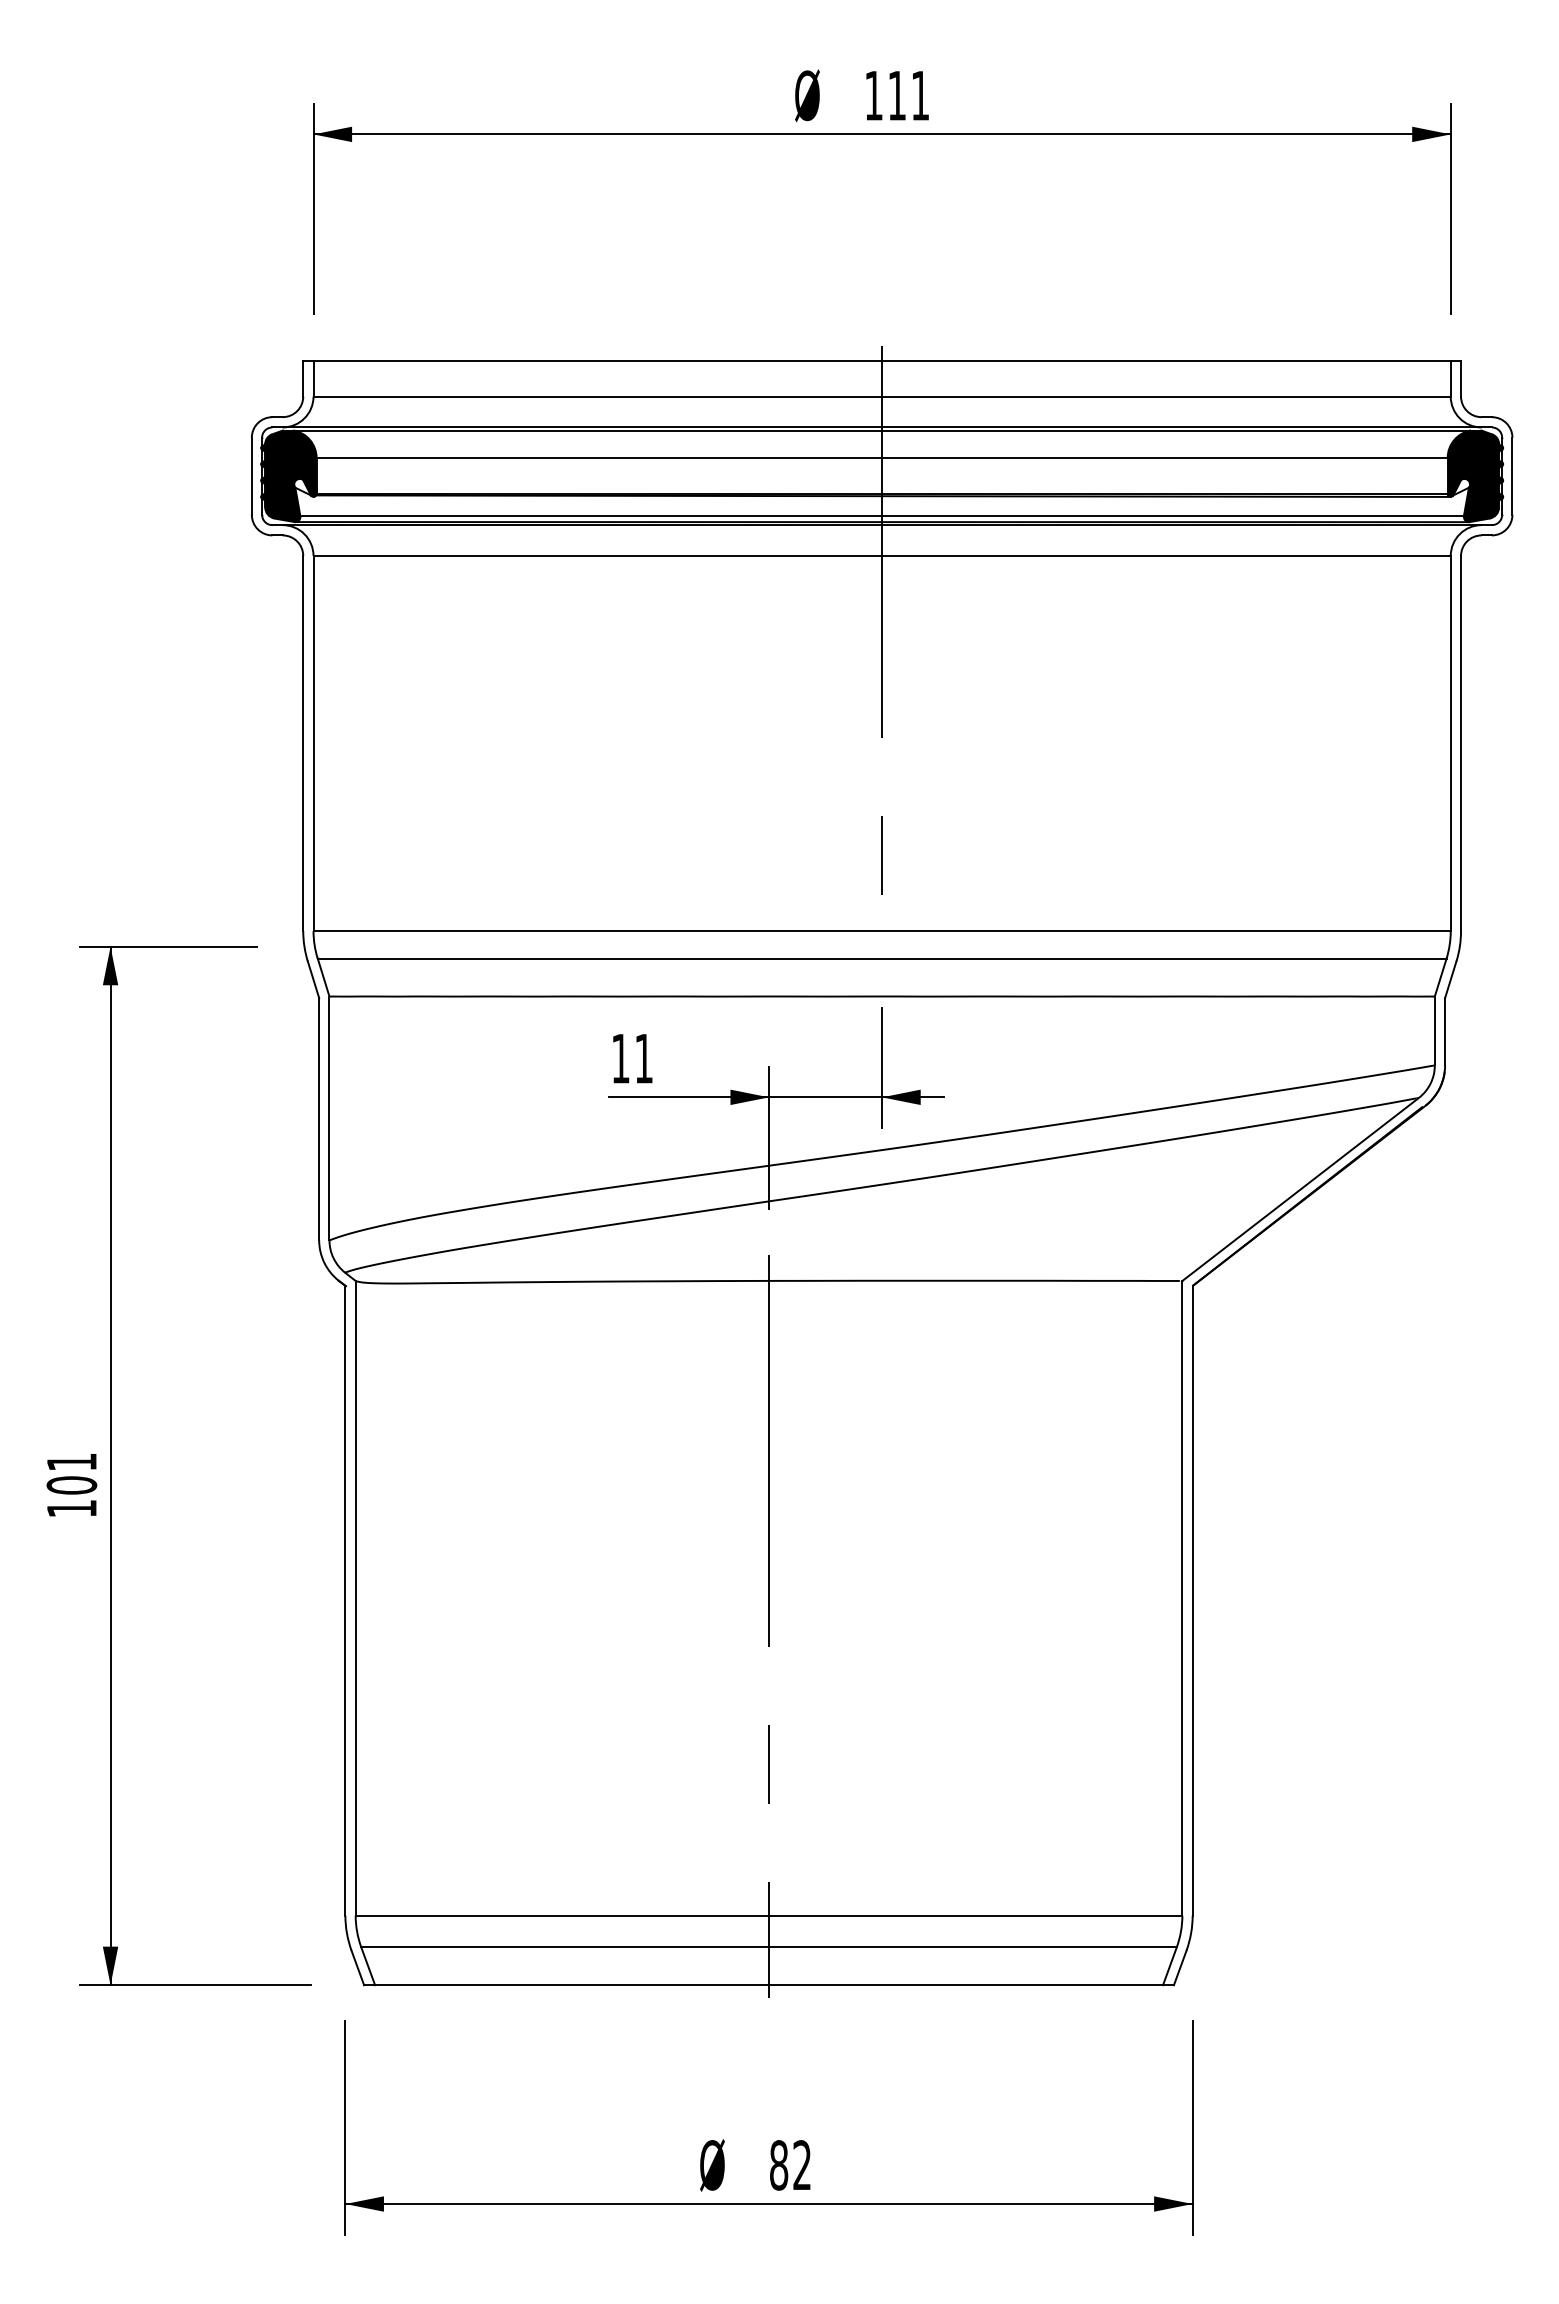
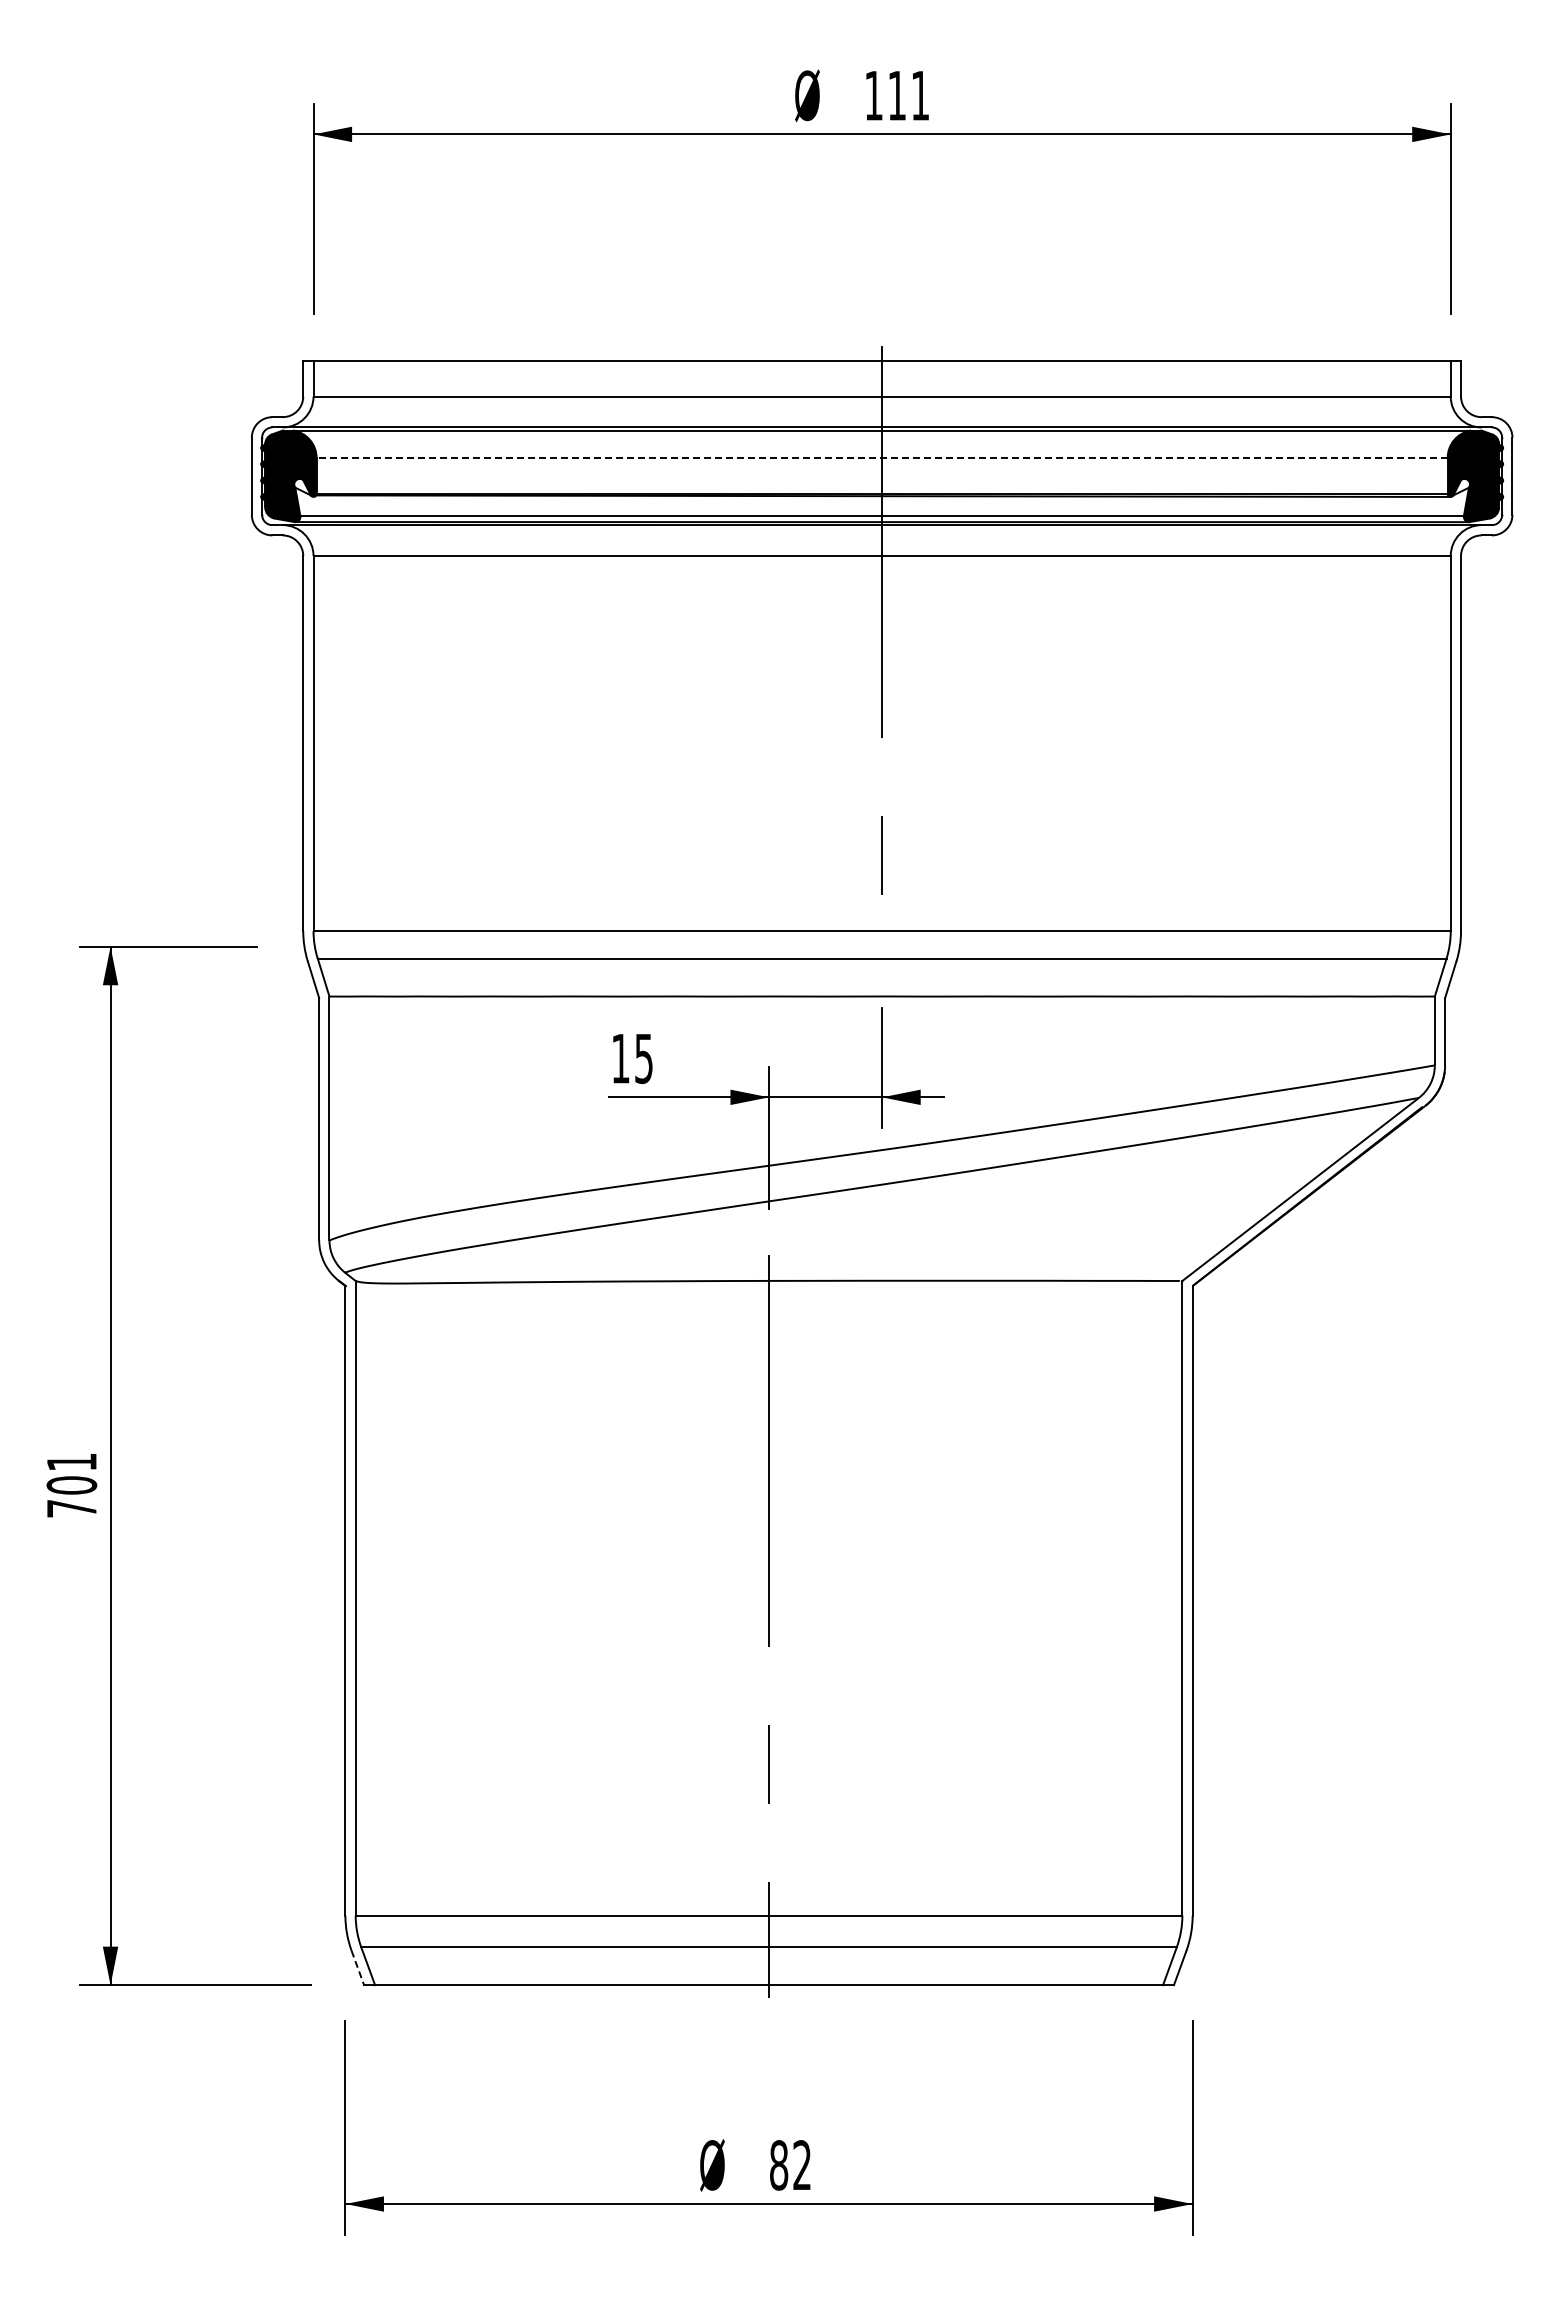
line at (882, 458): solid -> dashed
text at (643, 1059): 11 -> 15
text at (71, 1508): 101 -> 701
line at (358, 1968): solid -> dashed
